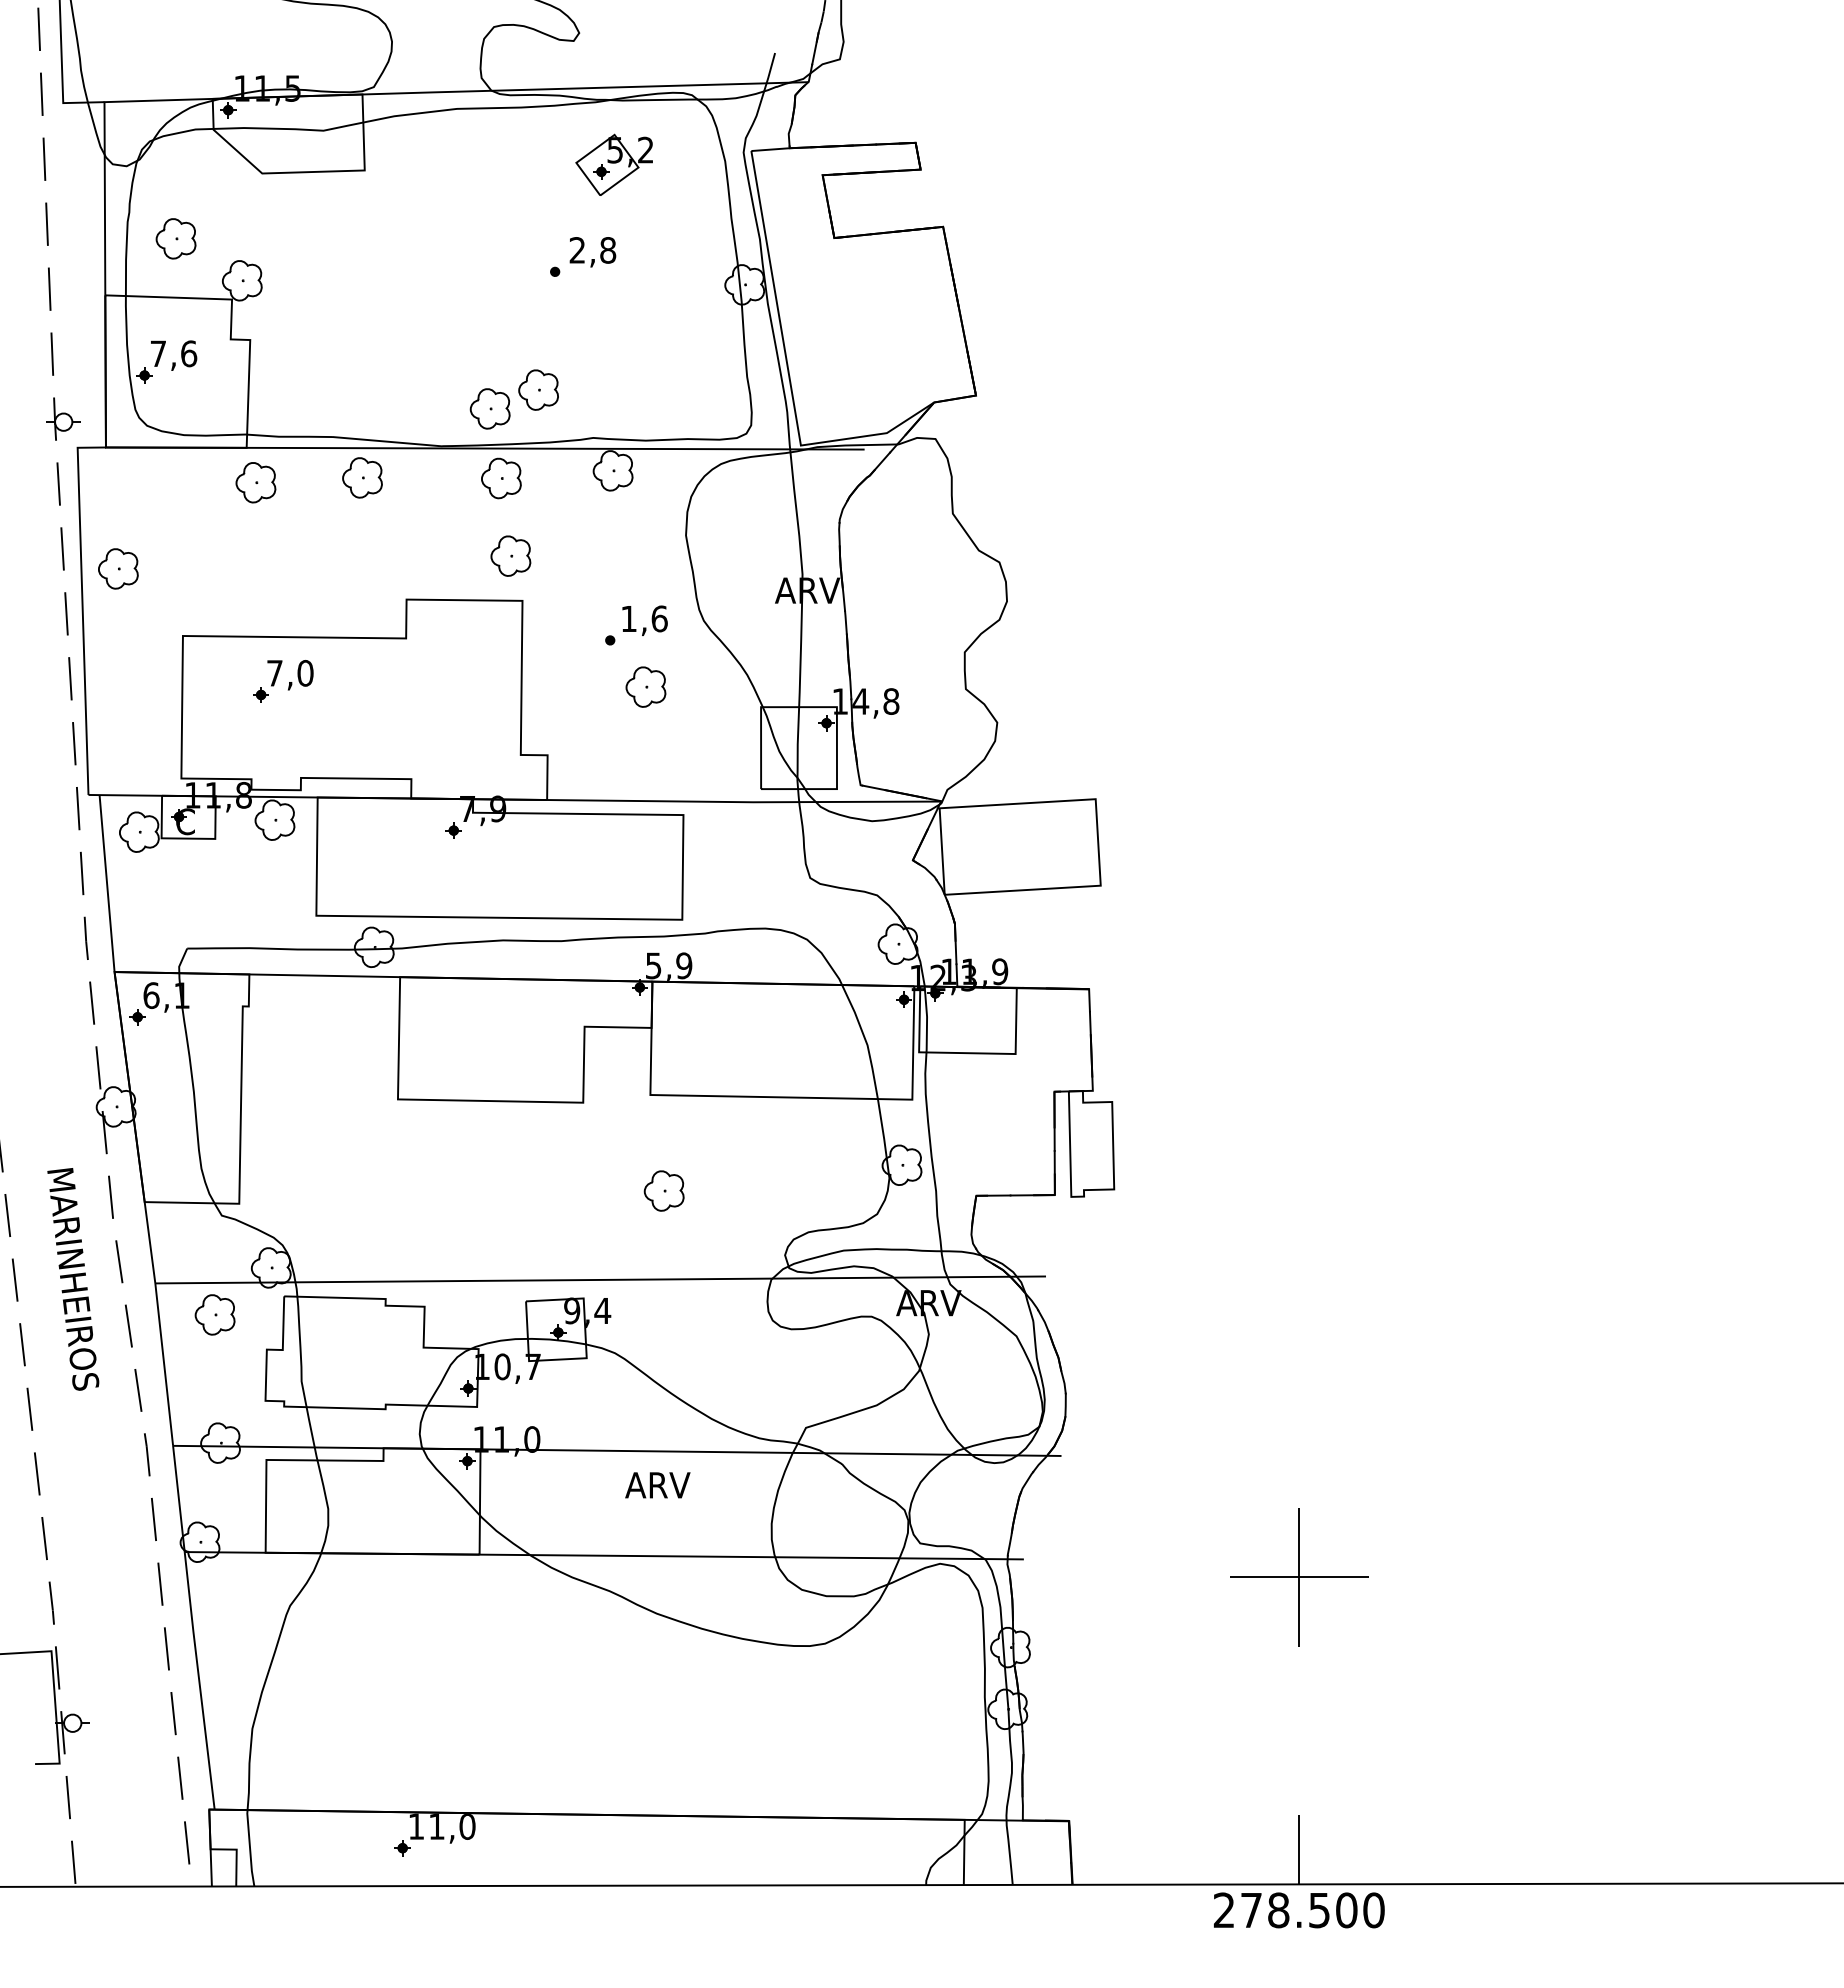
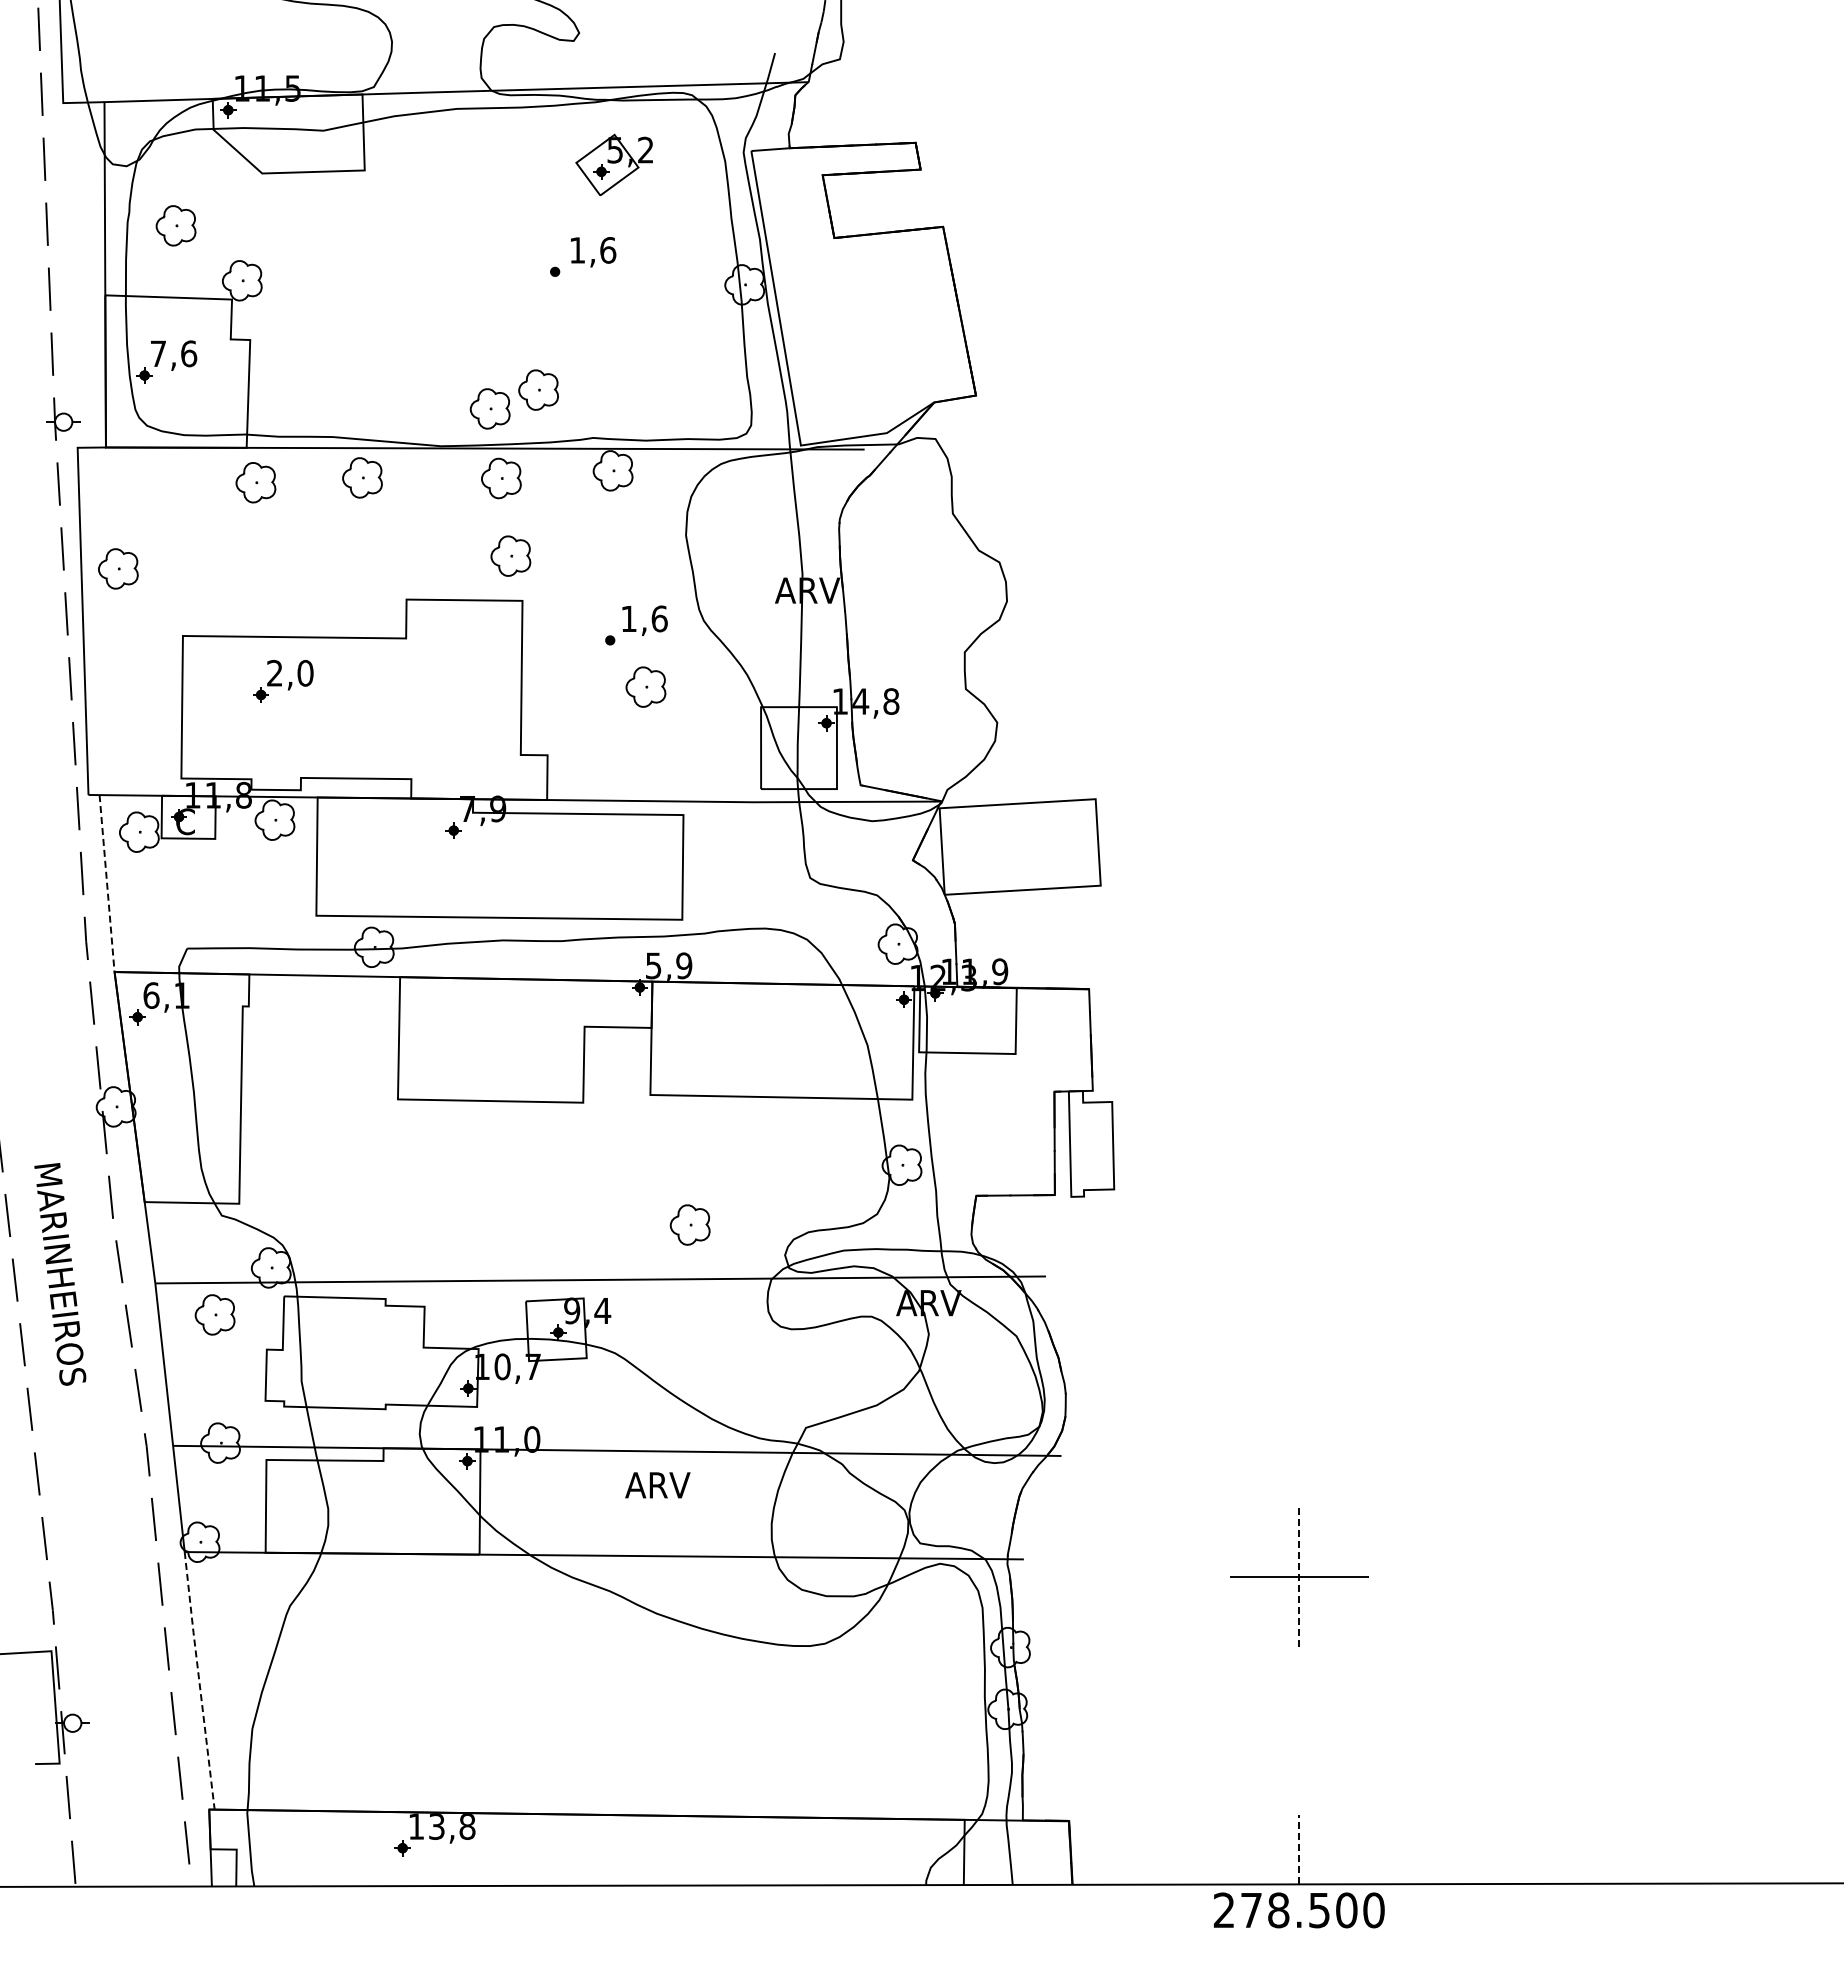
part at (175, 238) position: (175, 238) -> (175, 225)
text at (592, 250): 2,8 -> 1,6
text at (274, 673): 7,0 -> 2,0
line at (107, 883): solid -> dashed
part at (663, 1190) position: (663, 1190) -> (689, 1224)
text at (73, 1279) position: (73, 1279) -> (60, 1274)
line at (1299, 1577): solid -> dashed
line at (199, 1680): solid -> dashed
text at (452, 1826): 11,0 -> 13,8
line at (1299, 1849): solid -> dashed
